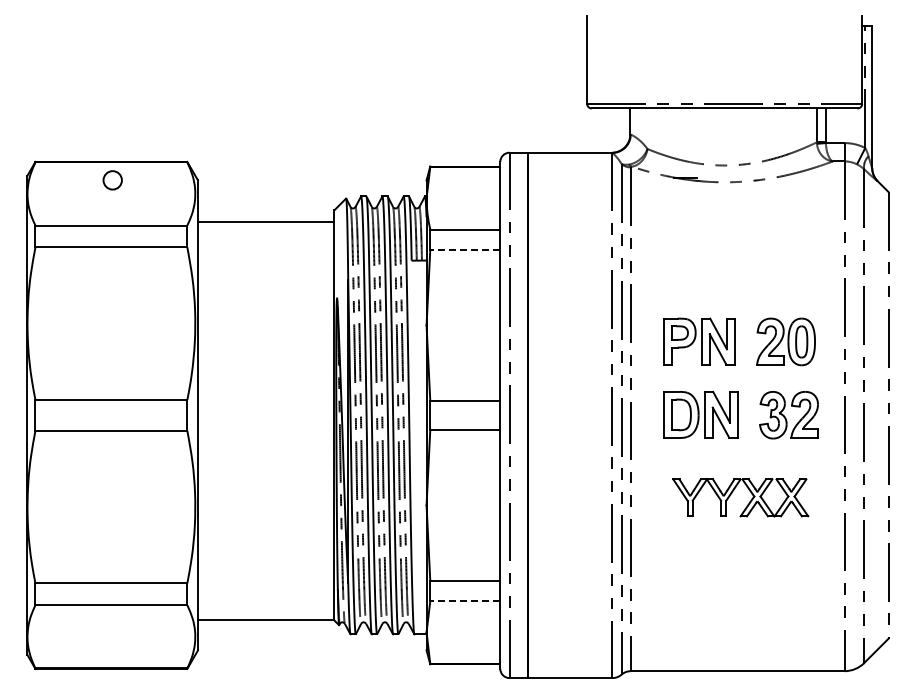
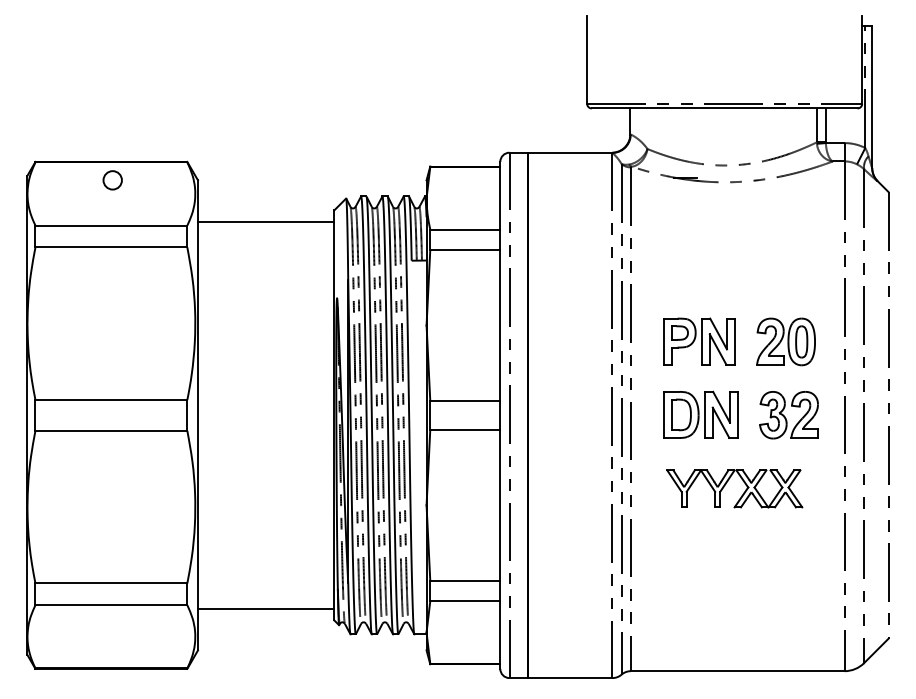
line at (464, 249): dashed -> solid
part at (732, 493) position: (732, 493) -> (726, 484)
line at (464, 601): dashed -> solid
line at (265, 619) position: (265, 619) -> (265, 608)
